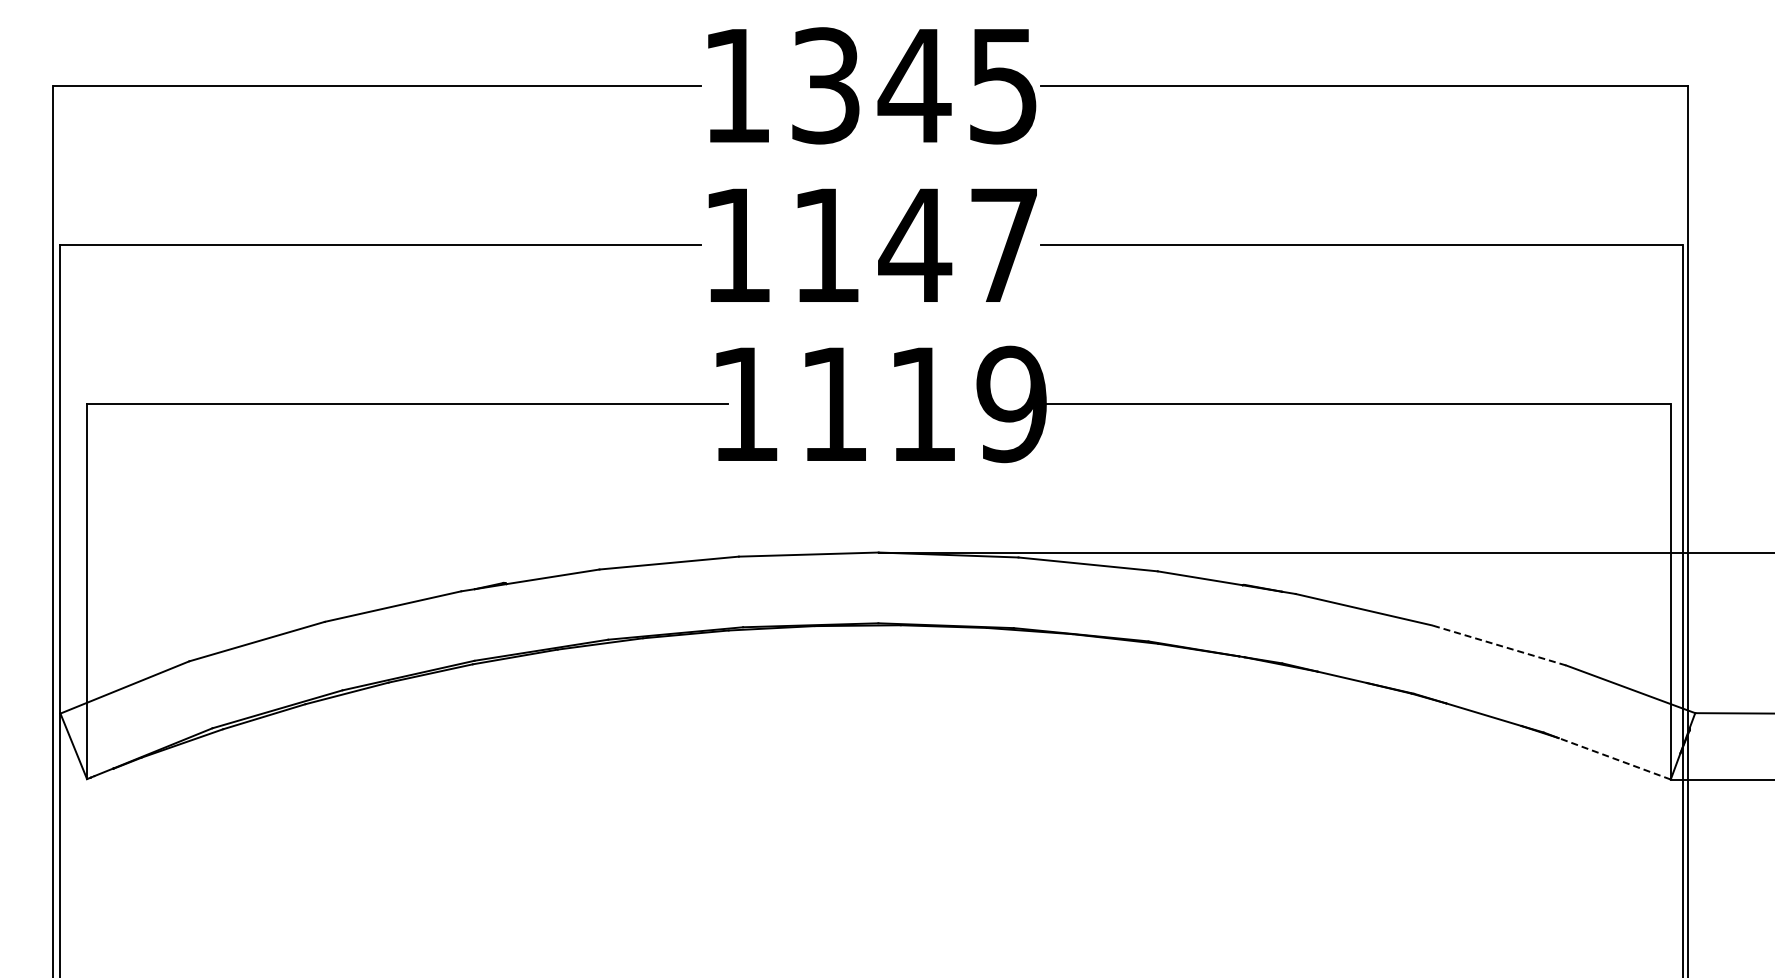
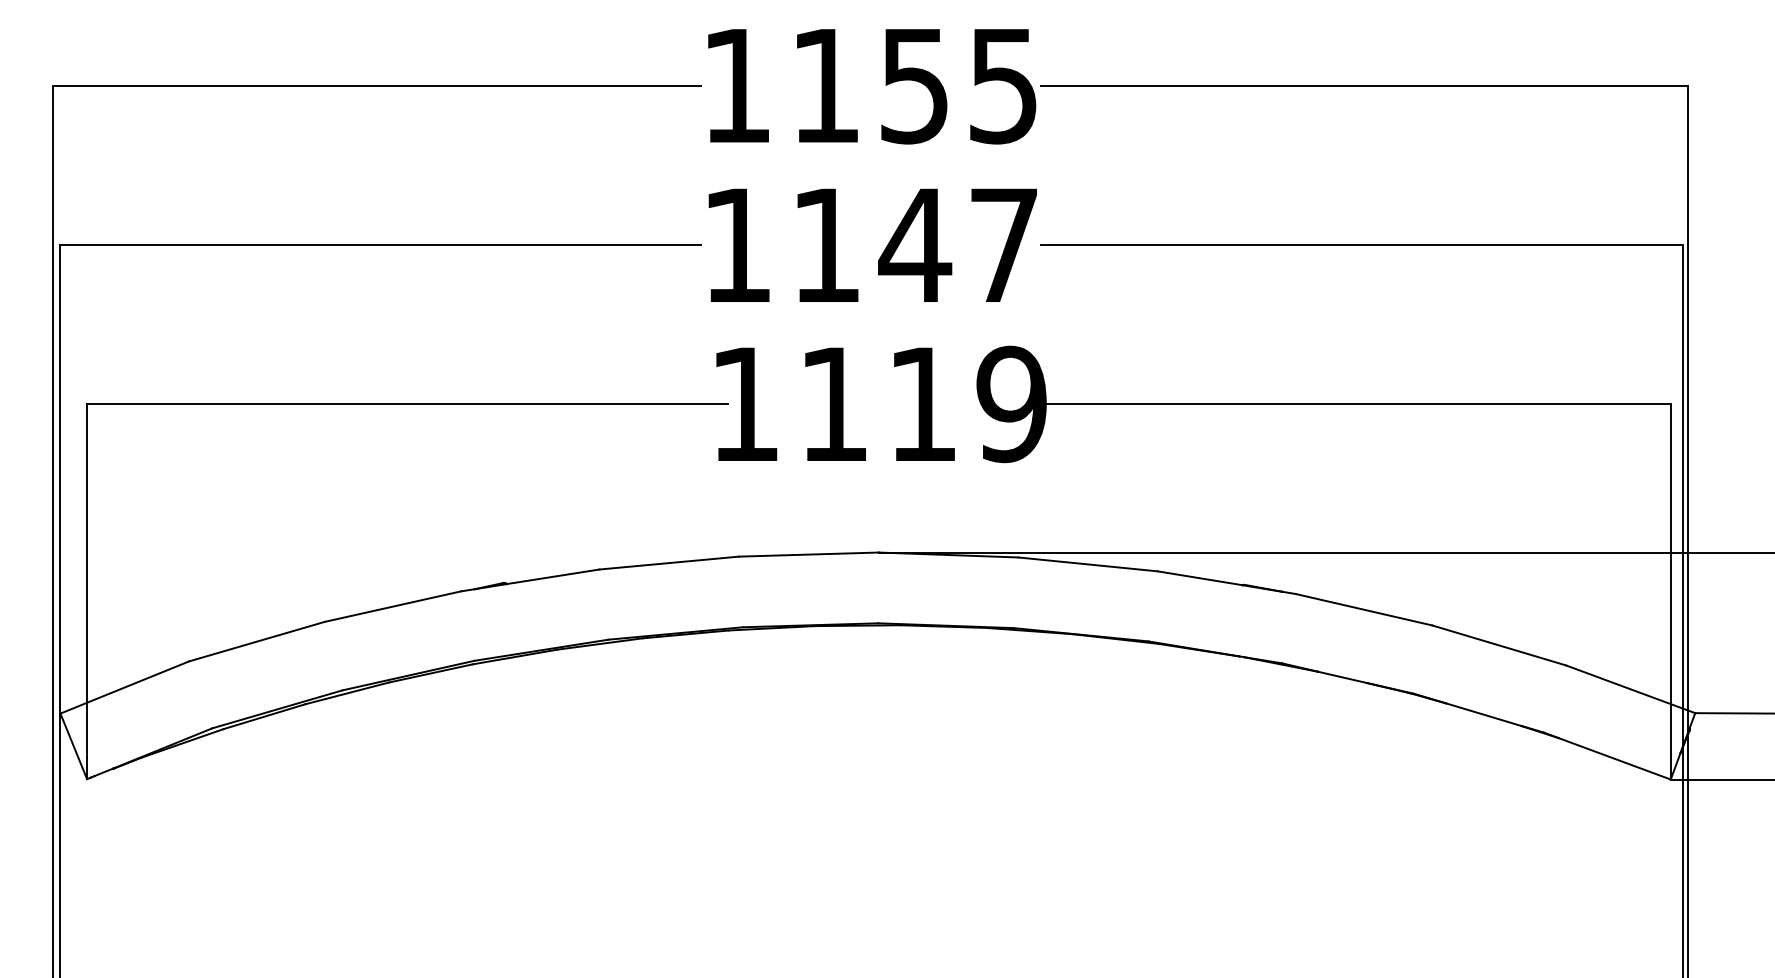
text at (871, 85): 1345 -> 1155
line at (1499, 645): dashed -> solid
line at (1614, 758): dashed -> solid
